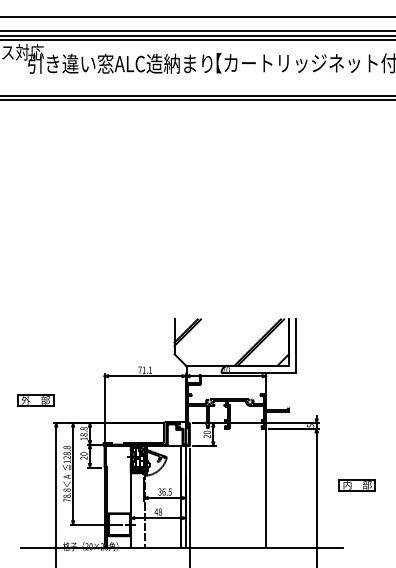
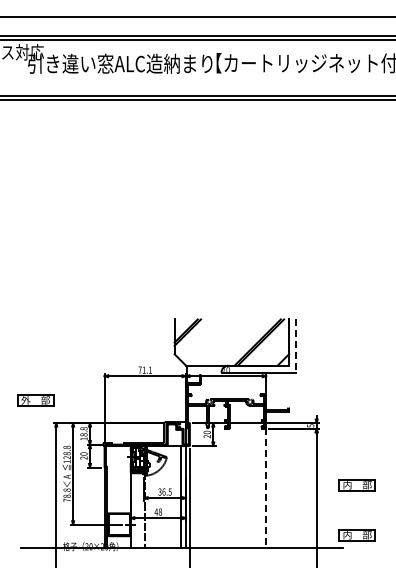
line at (197, 30): present -> none
line at (295, 346): solid -> dashed
line at (266, 488): solid -> dashed
part at (356, 535): none -> present
